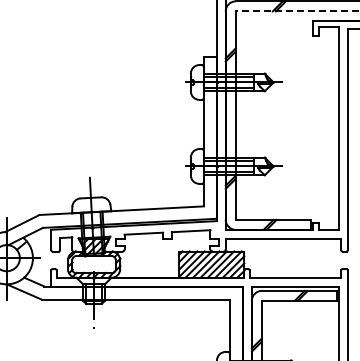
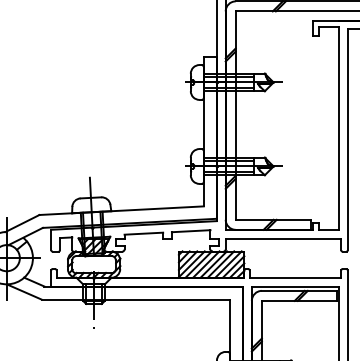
line at (297, 11): dashed -> solid
